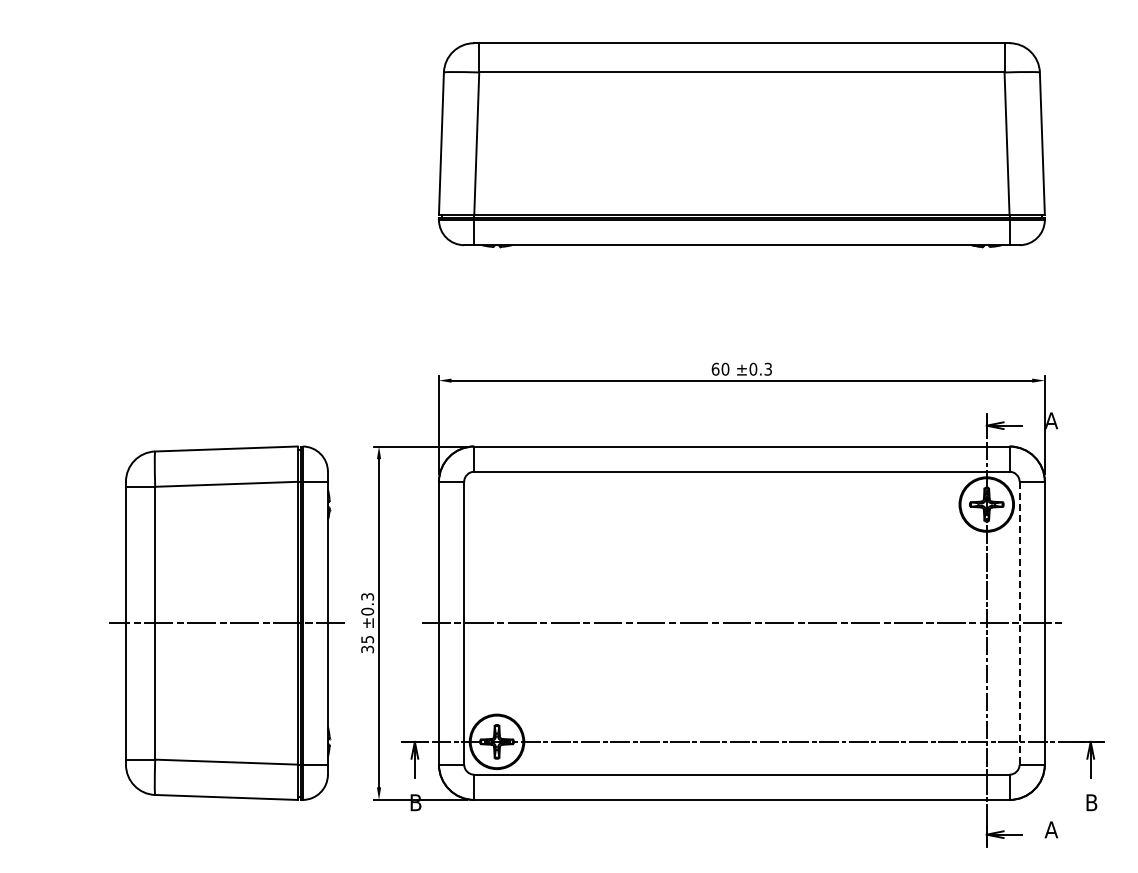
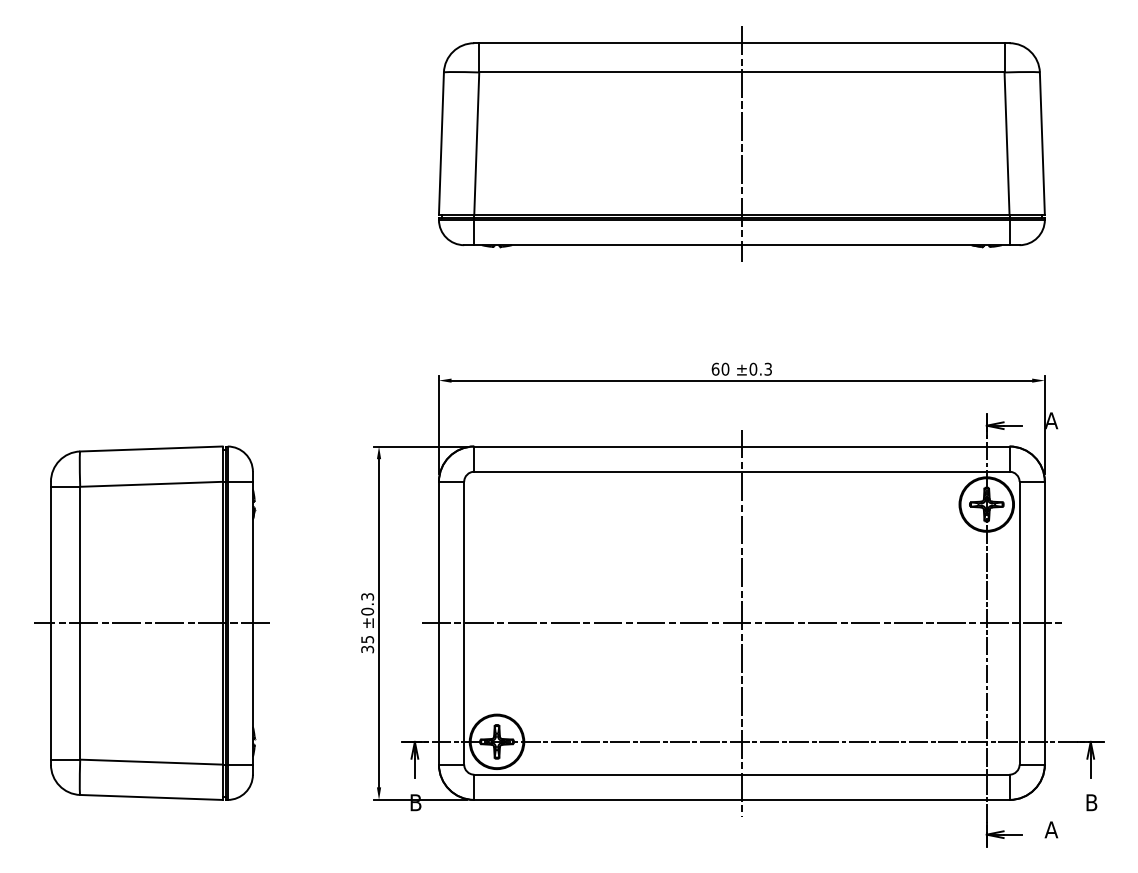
line at (741, 144): none -> present
part at (226, 622) position: (226, 622) -> (151, 622)
line at (741, 622): none -> present
line at (1019, 623): dashed -> solid
